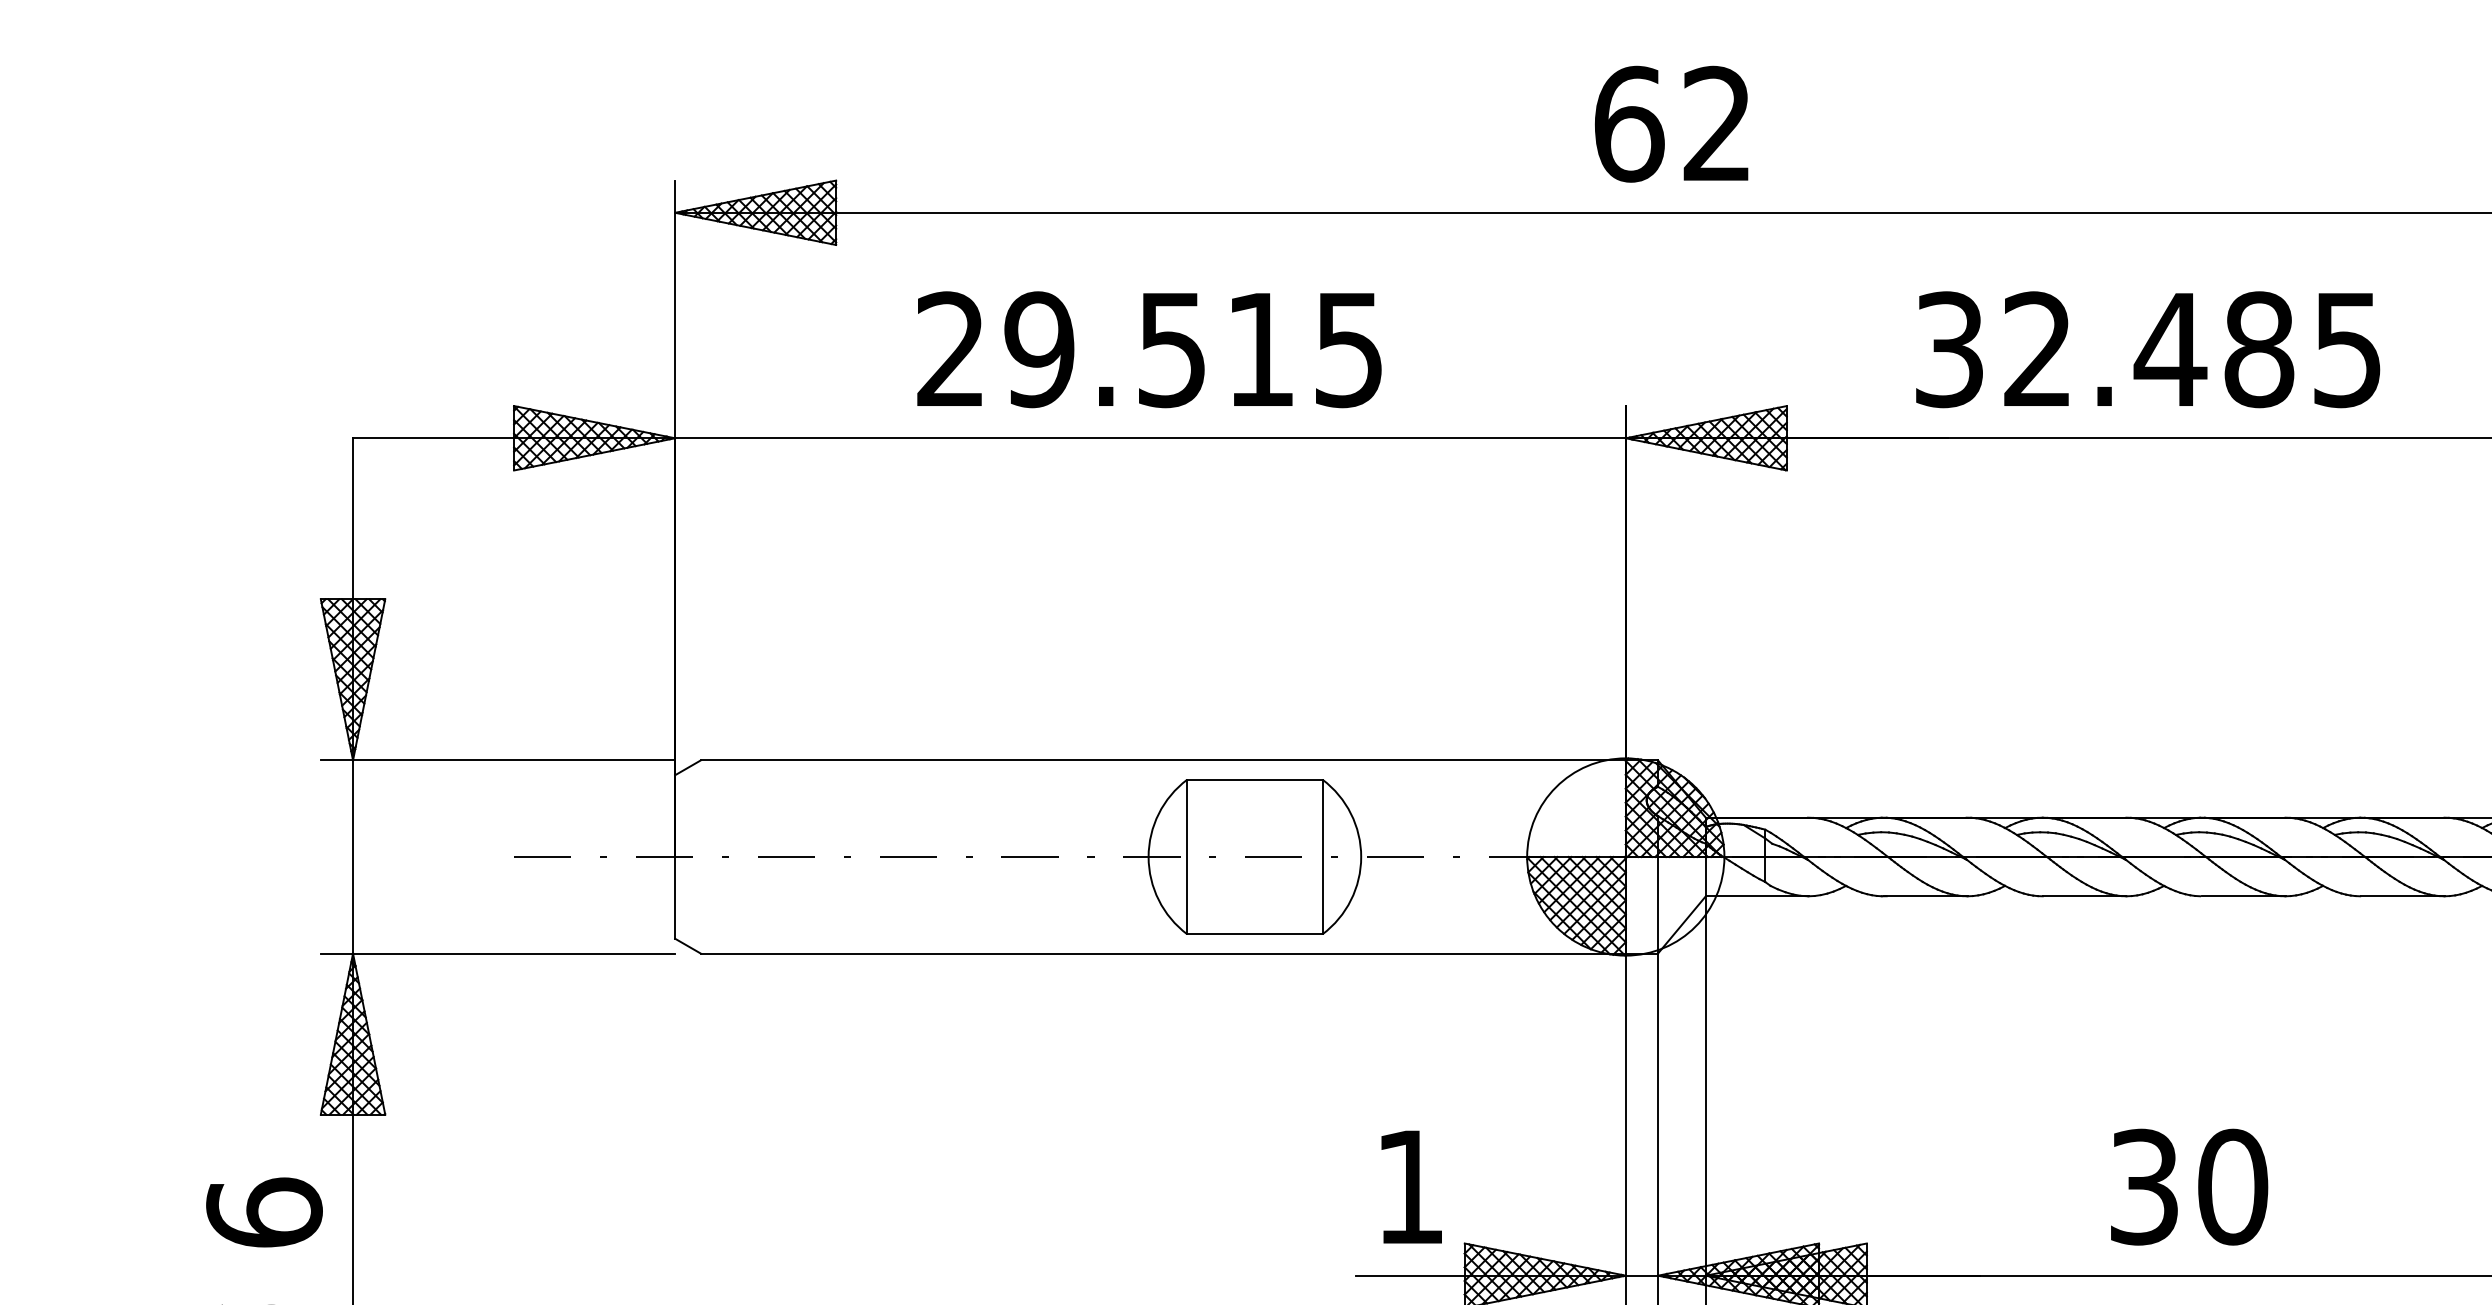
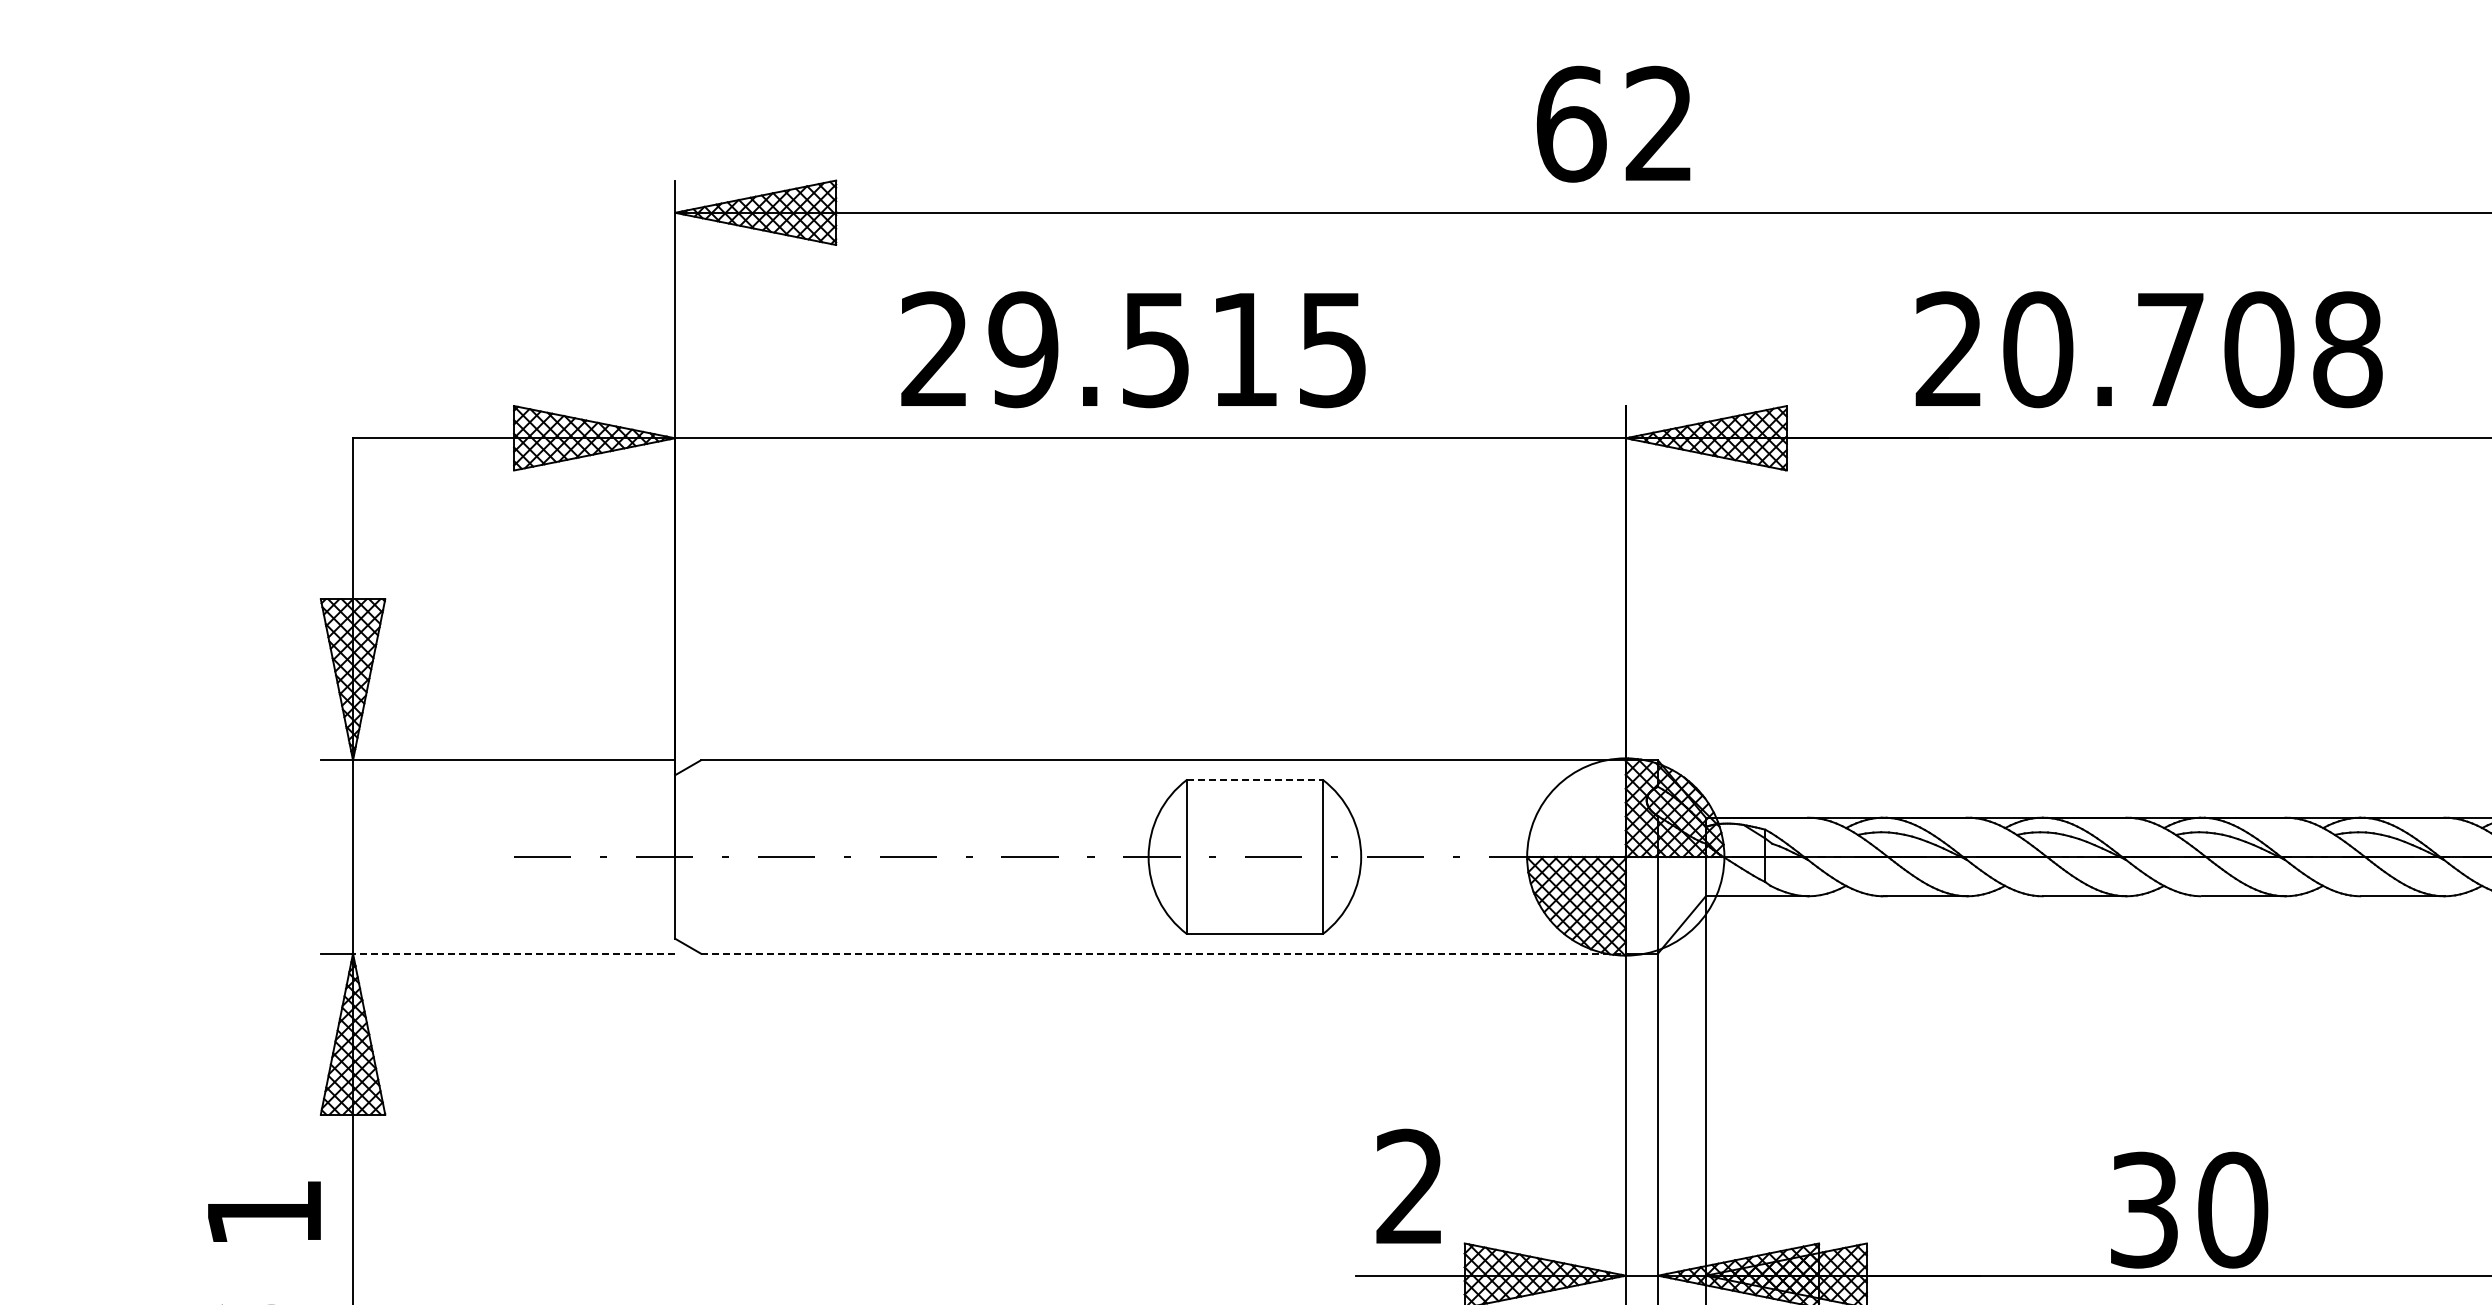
text at (1671, 123) position: (1671, 123) -> (1613, 123)
text at (1149, 349) position: (1149, 349) -> (1133, 349)
text at (2148, 349): 32.485 -> 20.708
line at (1254, 779): solid -> dashed
line at (513, 953): solid -> dashed
line at (1163, 953): solid -> dashed
text at (1408, 1185): 1 -> 2
text at (2189, 1186) position: (2189, 1186) -> (2189, 1209)
text at (264, 1212): 6 -> 1
